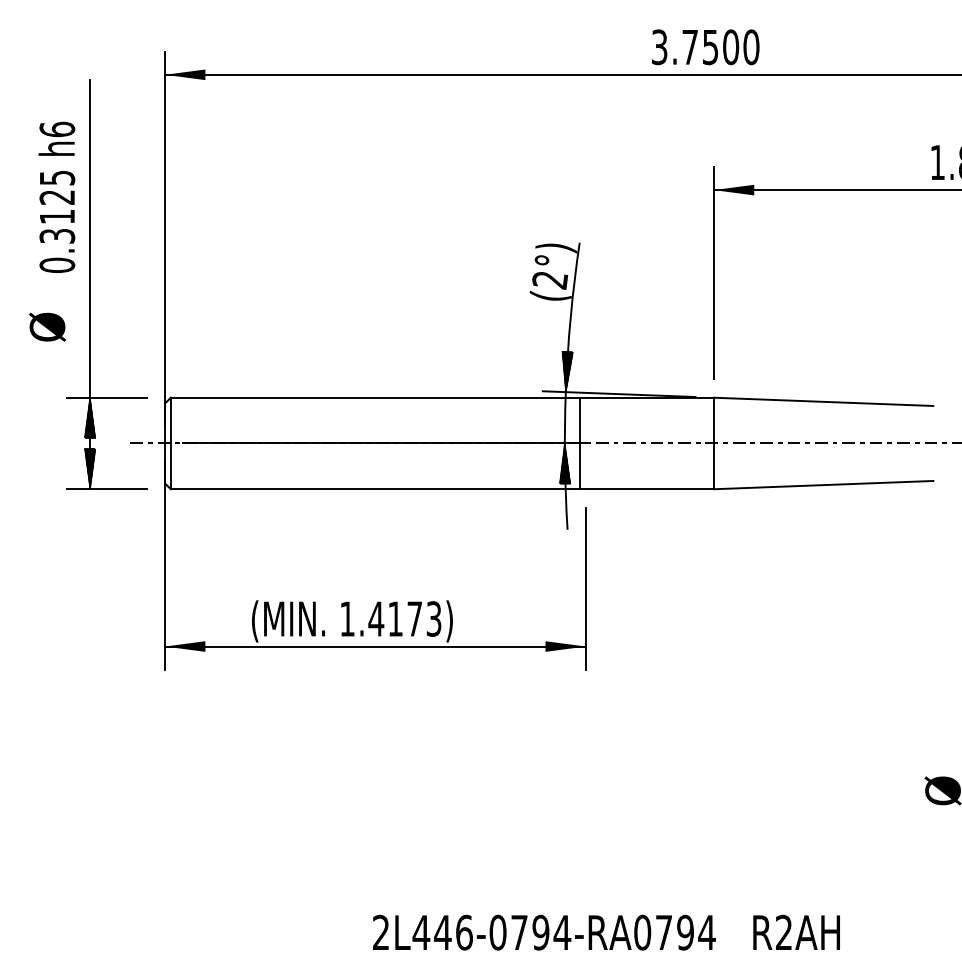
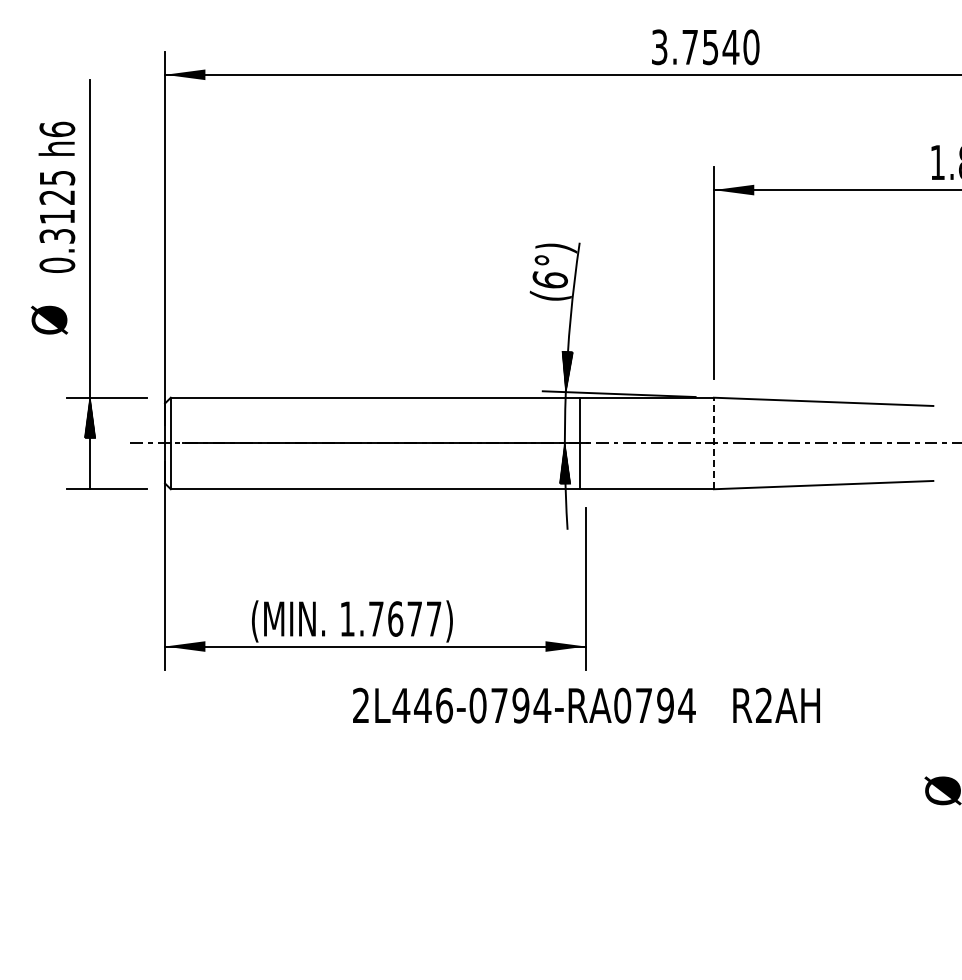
text at (730, 47): 3.7500 -> 3.7540
text at (550, 280): (2°) -> (6°)
text at (47, 326) position: (47, 326) -> (49, 319)
line at (713, 443): solid -> dashed
hatch at (89, 468): present -> none
text at (404, 618): 1.4173) -> 1.7677)
text at (606, 932) position: (606, 932) -> (586, 705)
